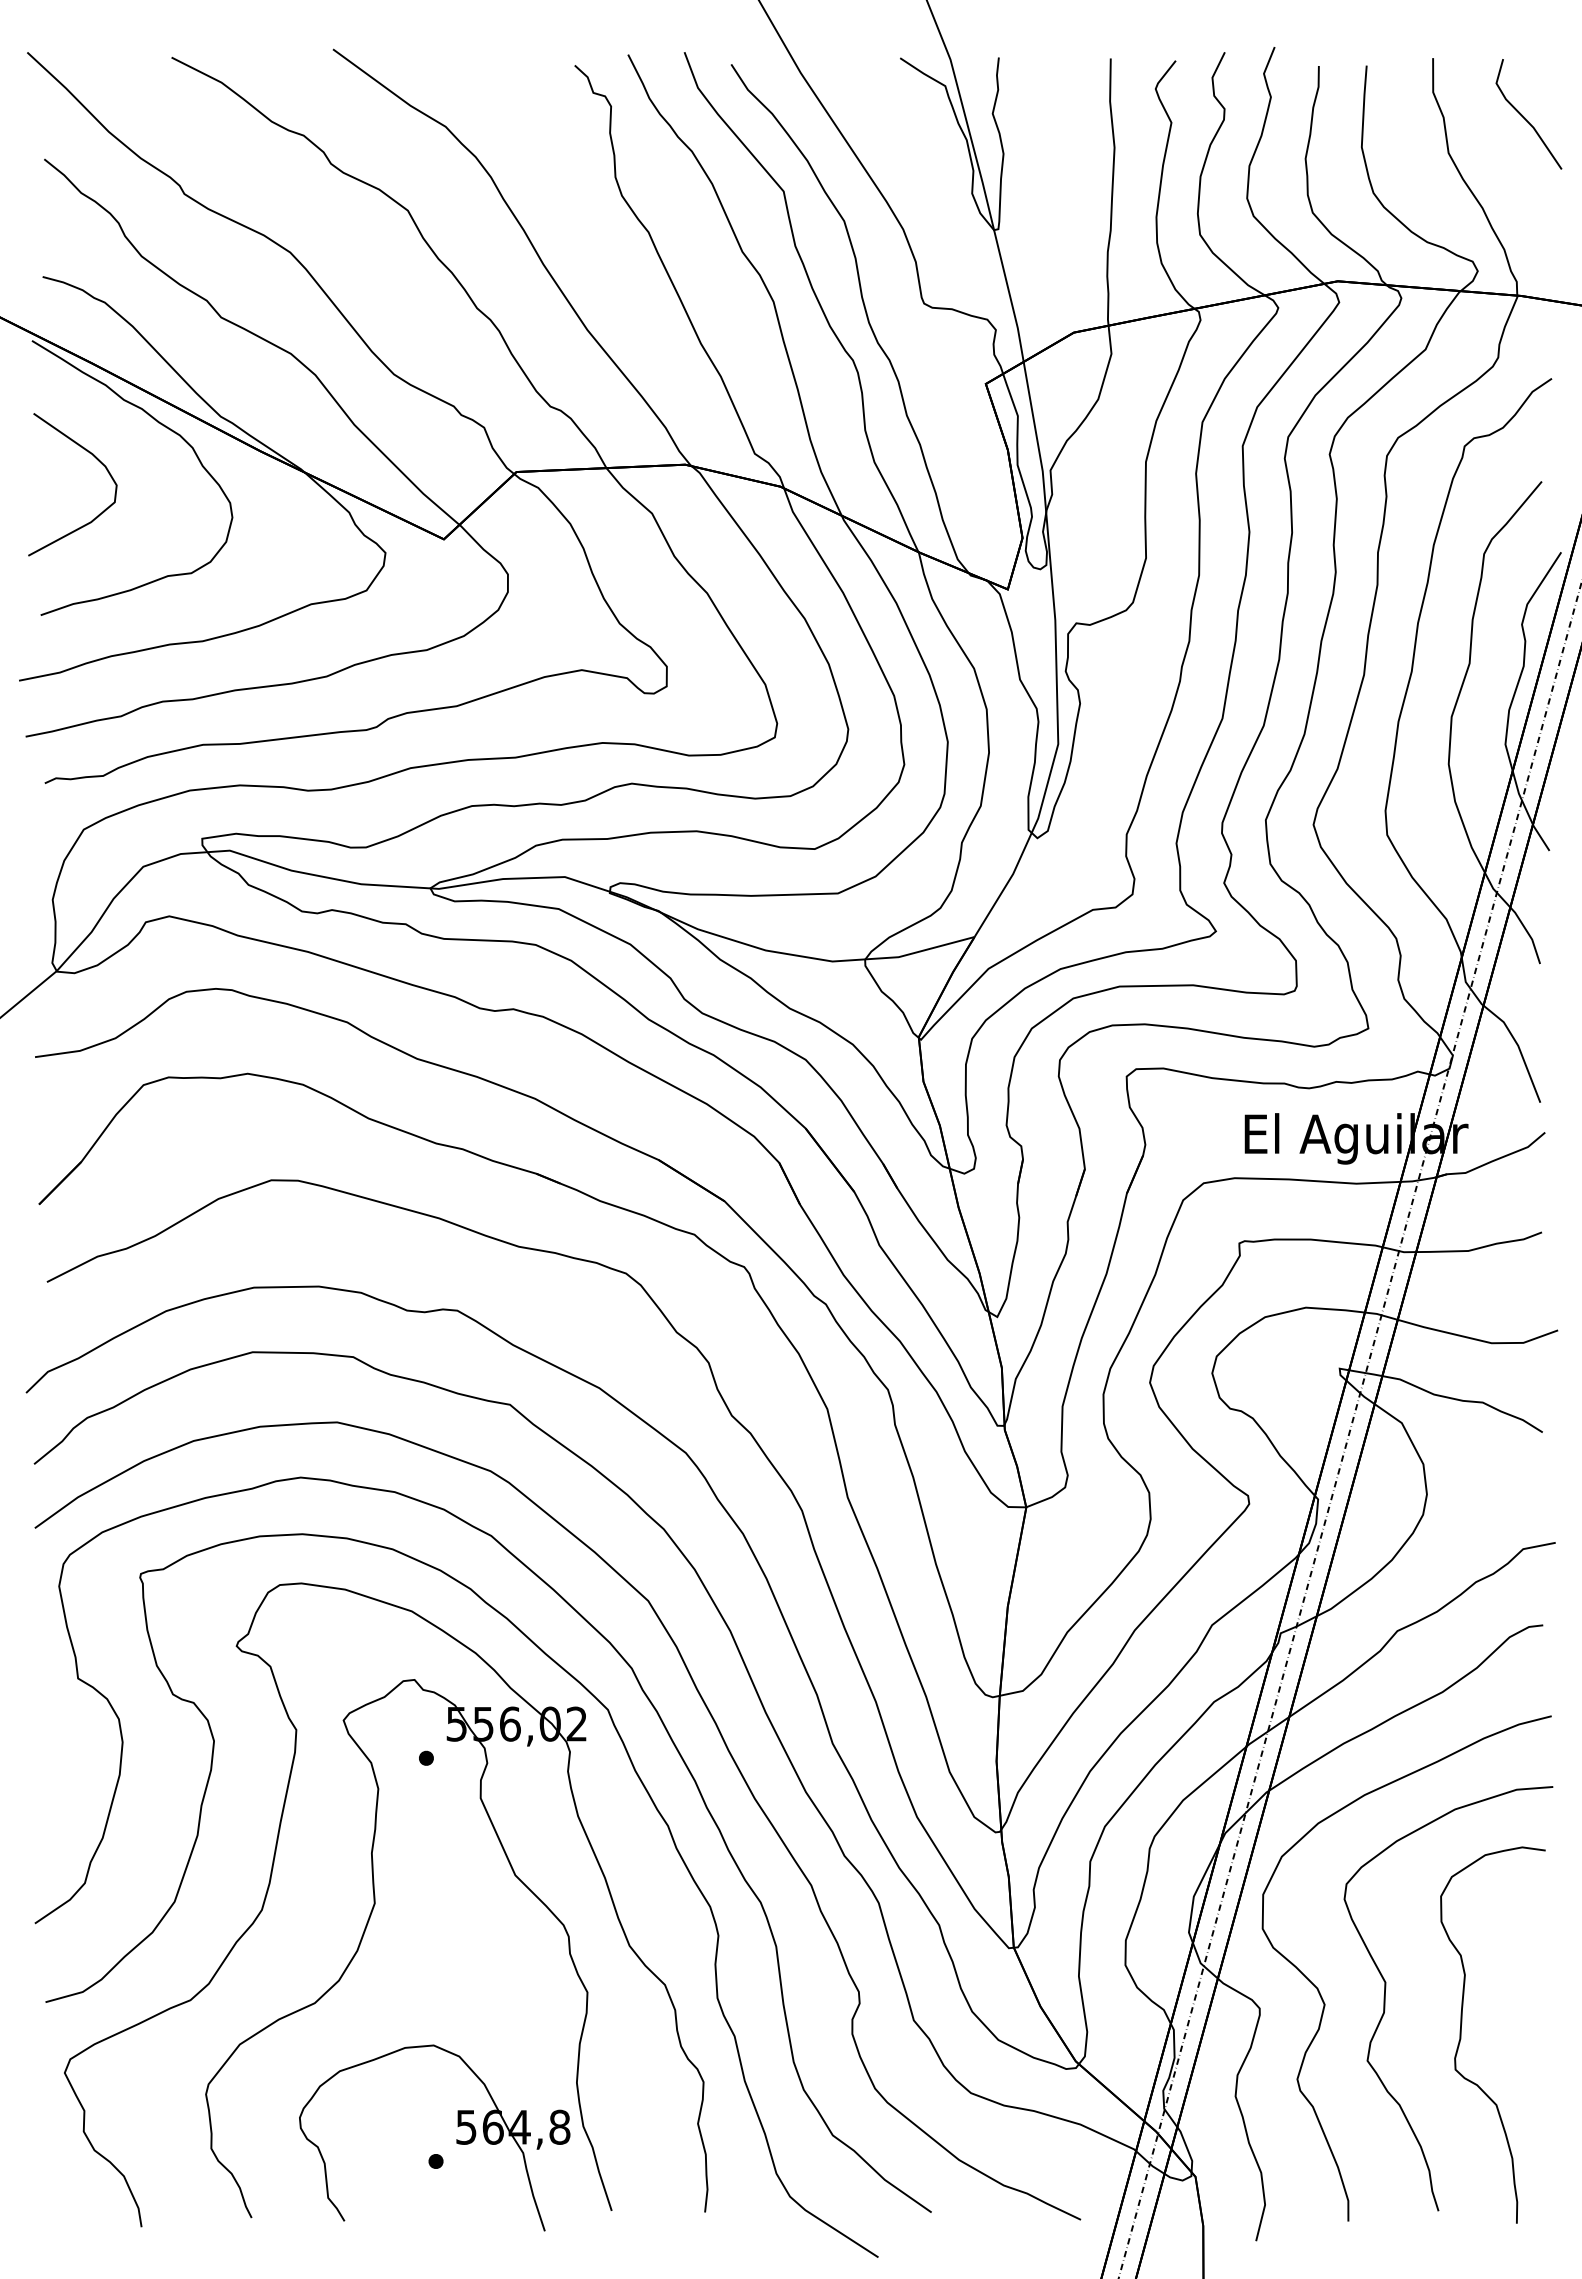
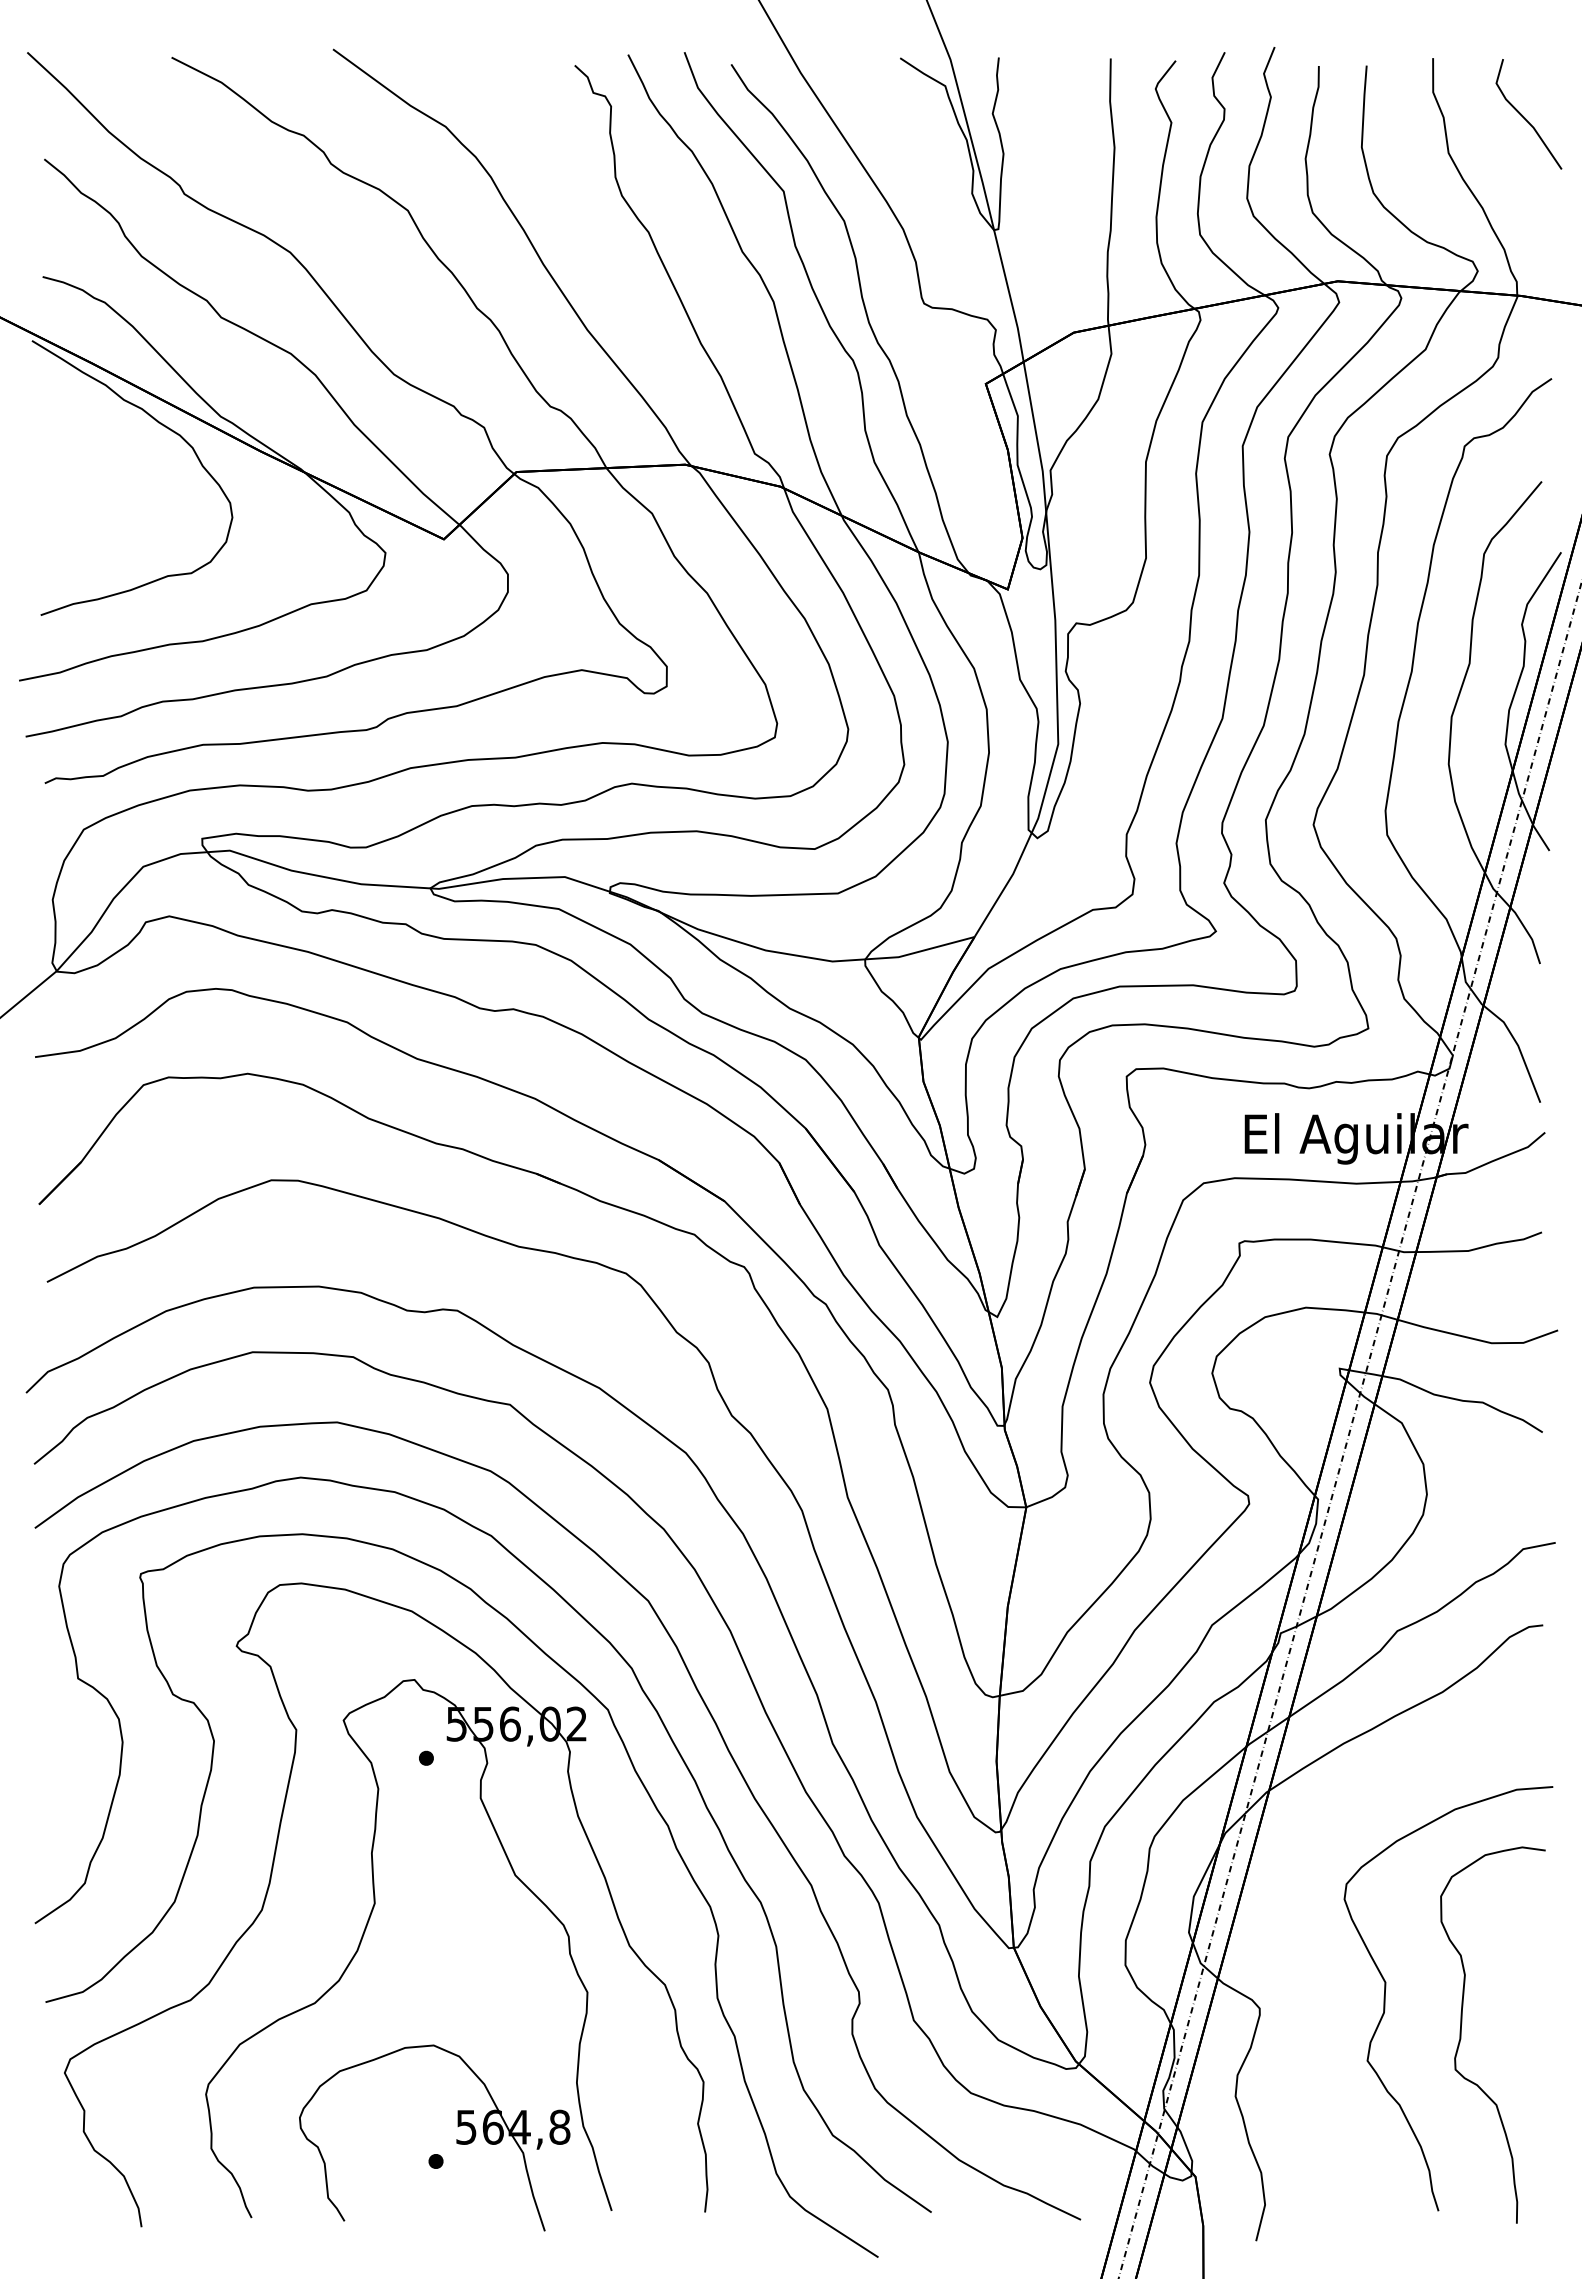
curve at (96, 459): present -> none
curve at (1325, 2003): present -> none
